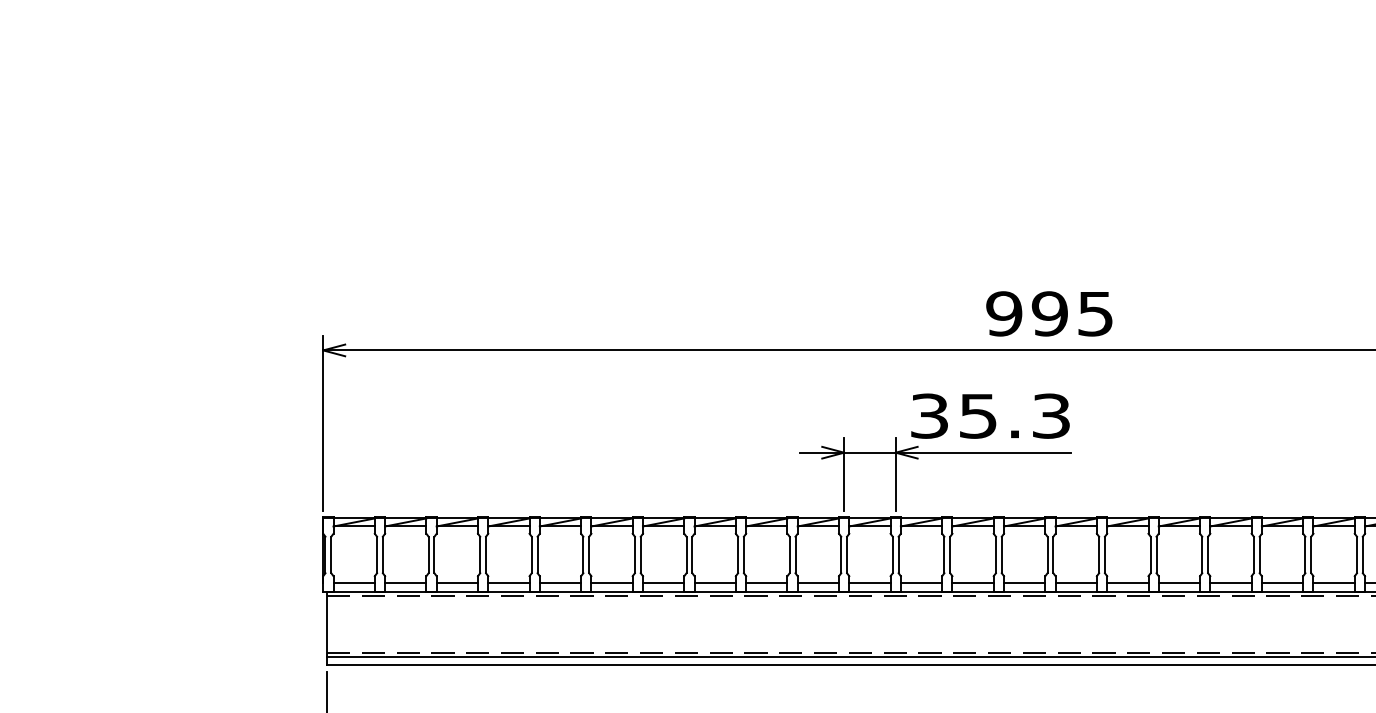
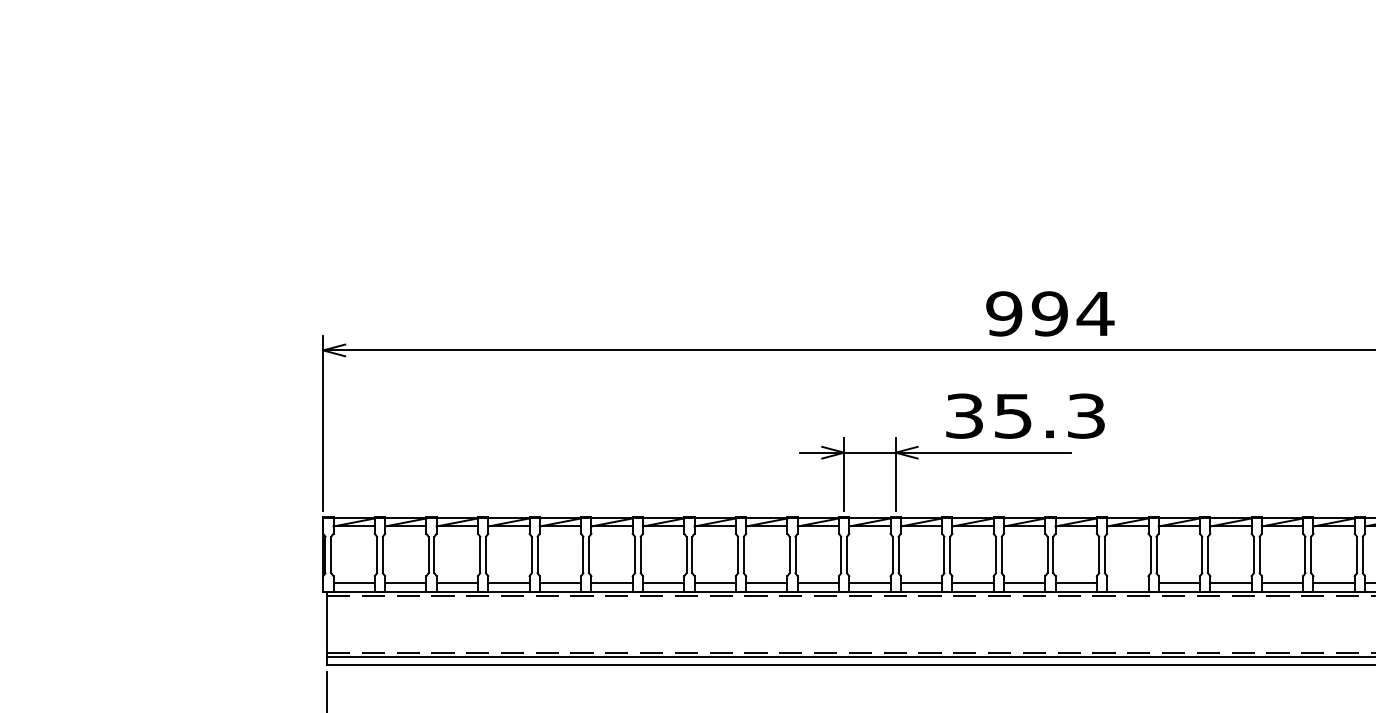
text at (1095, 314): 995 -> 994
text at (990, 415) position: (990, 415) -> (1025, 415)
line at (1127, 582): present -> none
